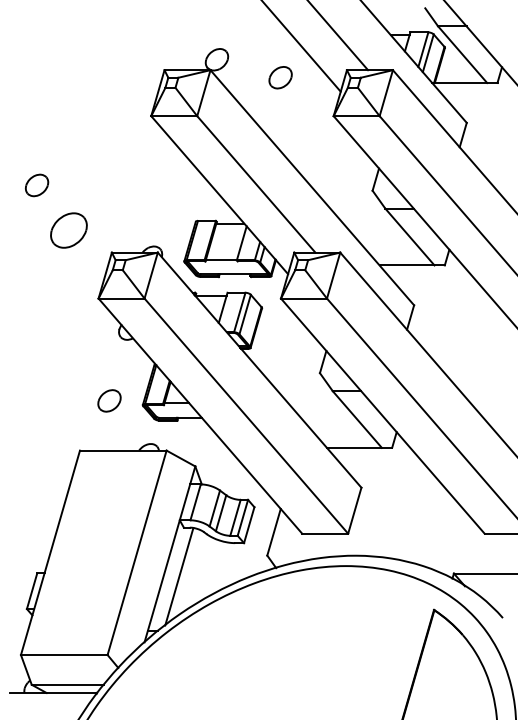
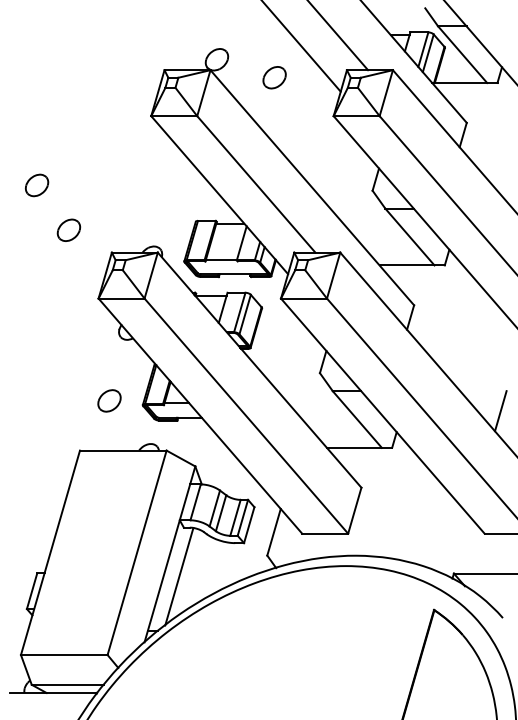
part at (280, 77) position: (280, 77) -> (274, 77)
part at (68, 230) size: 38x37 px -> 26x24 px
line at (500, 411): none -> present
